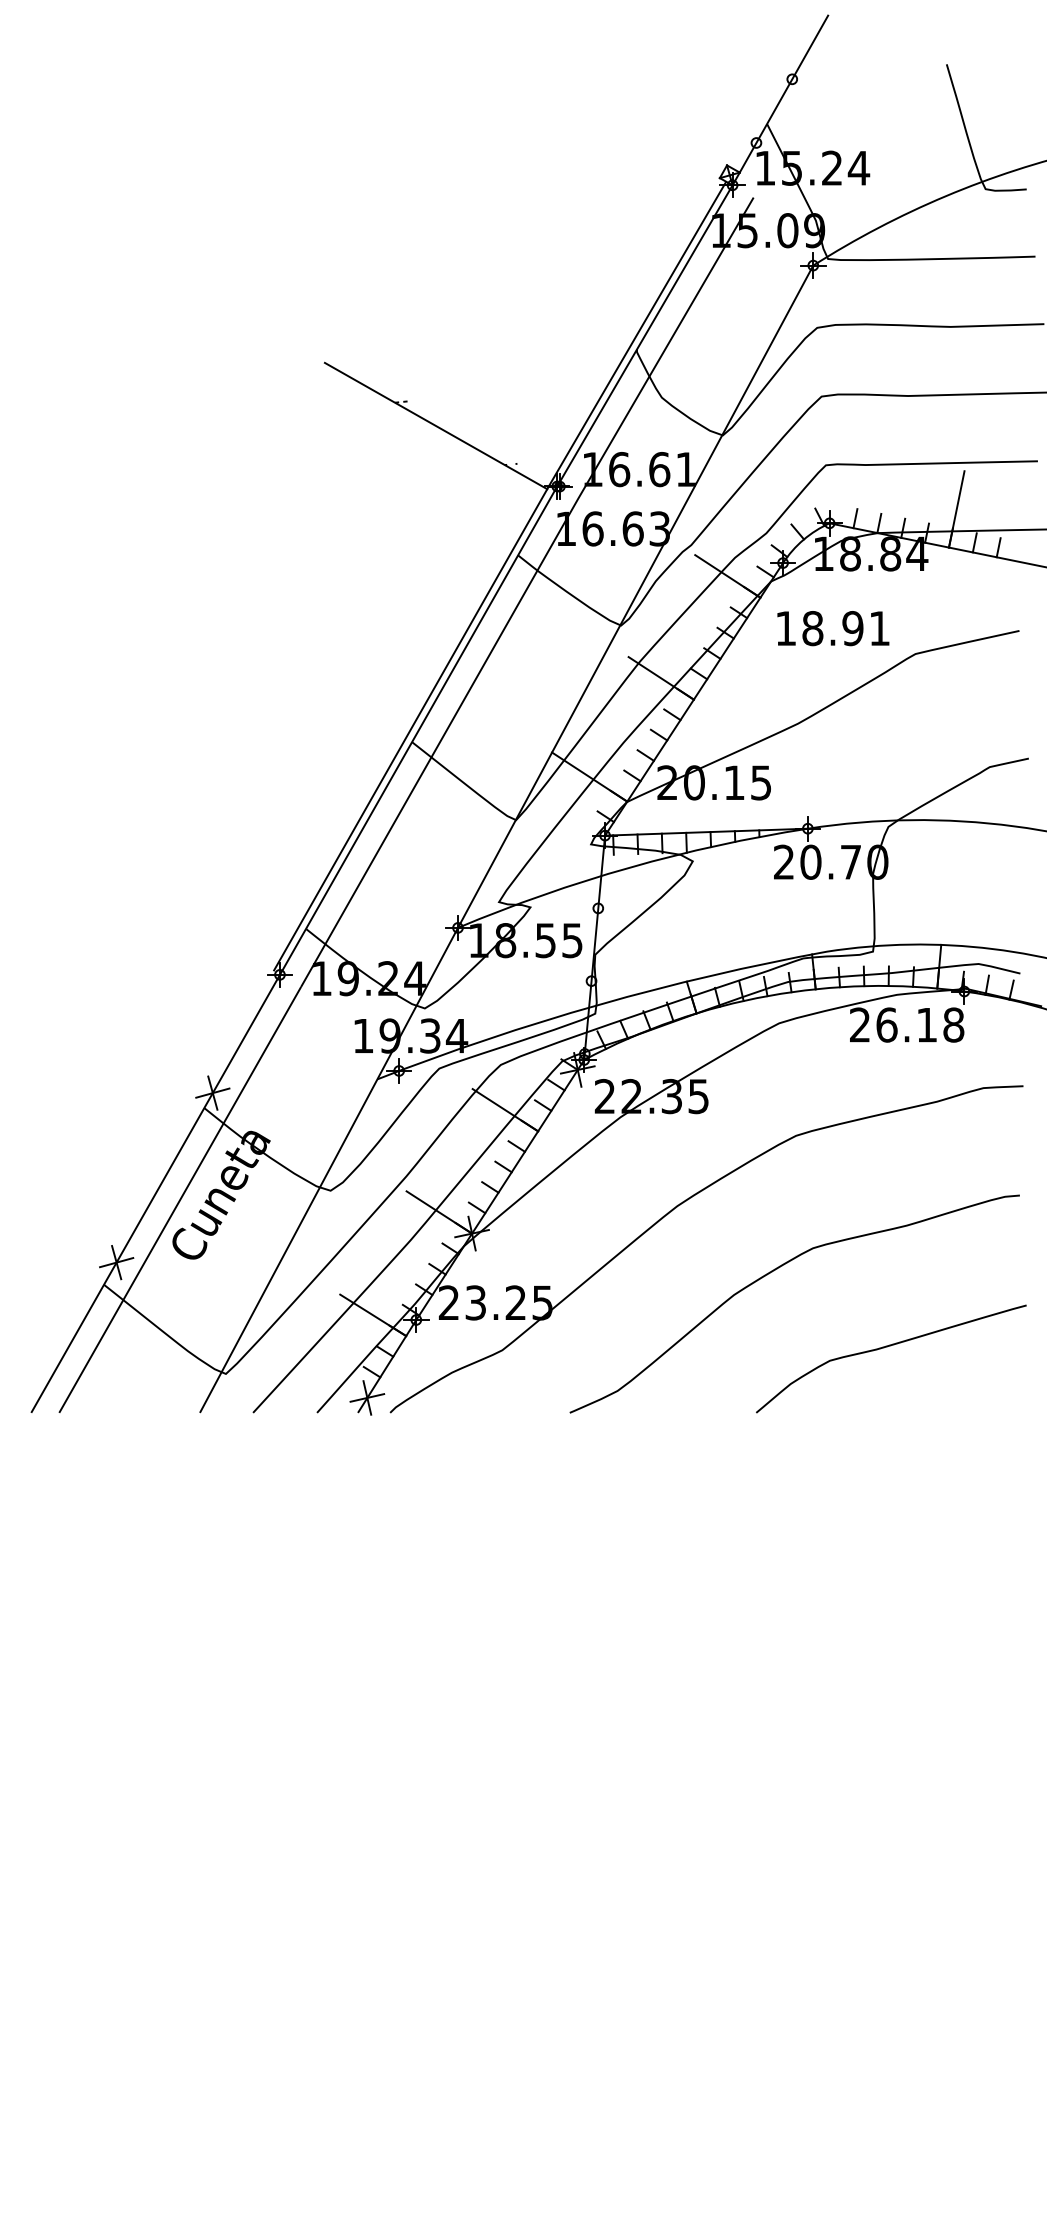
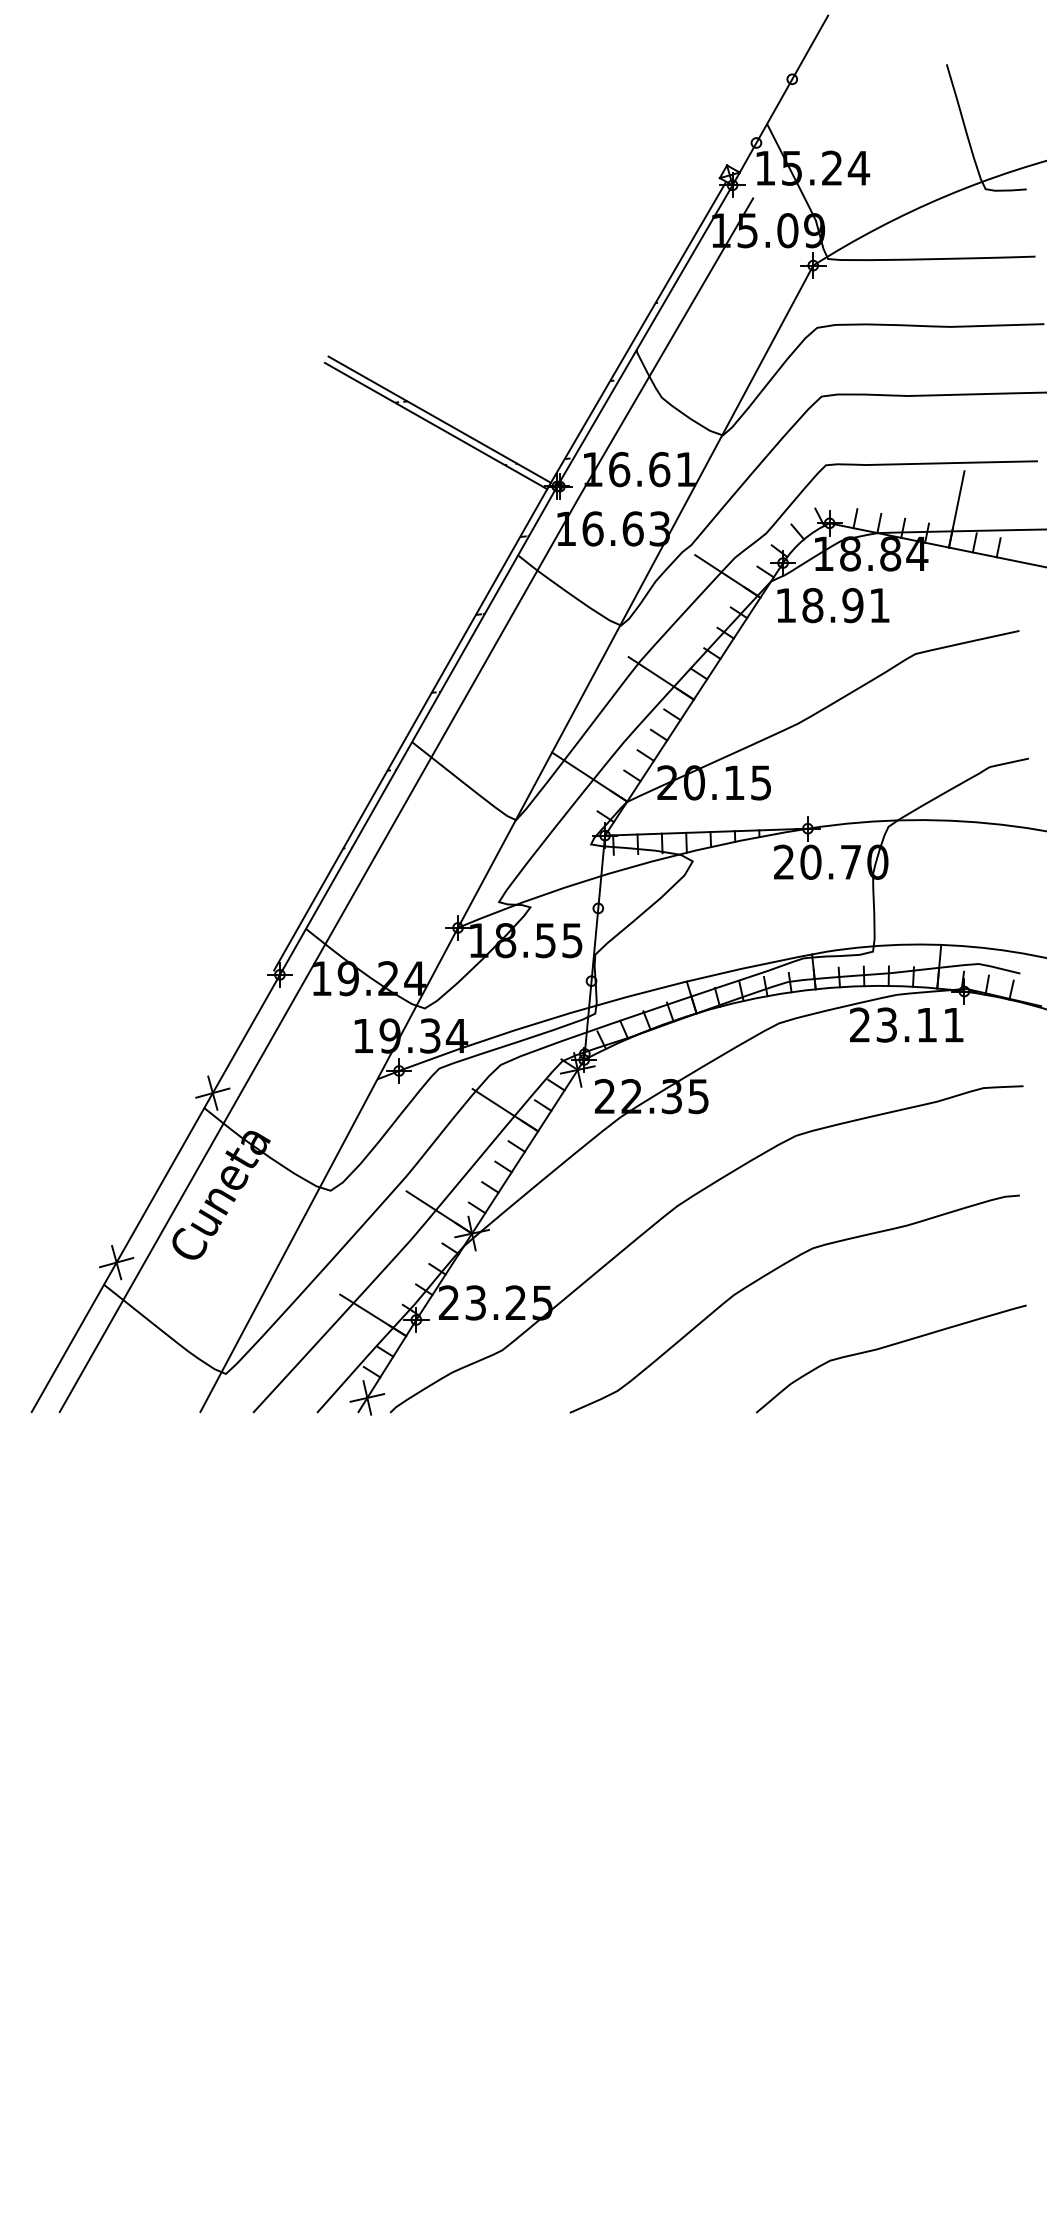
line at (439, 419): none -> present
hatch at (504, 575): none -> present
text at (833, 628) position: (833, 628) -> (833, 605)
text at (920, 1024): 26.18 -> 23.11
